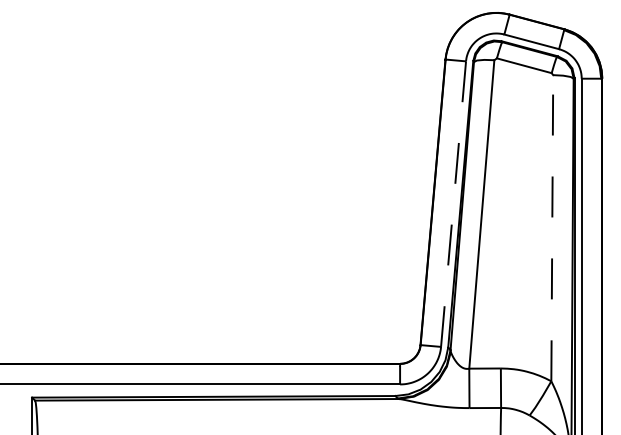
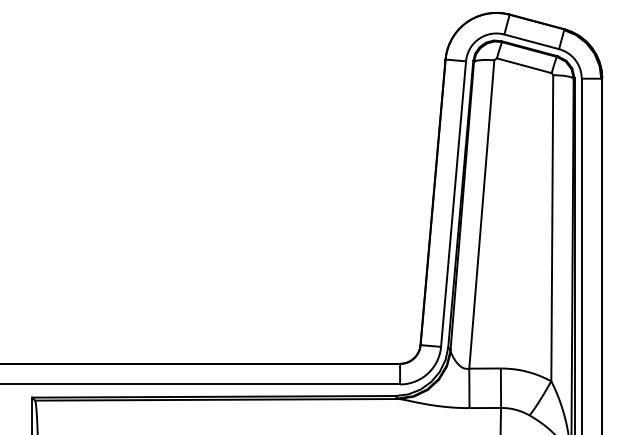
line at (453, 204): dashed -> solid
line at (552, 227): dashed -> solid
